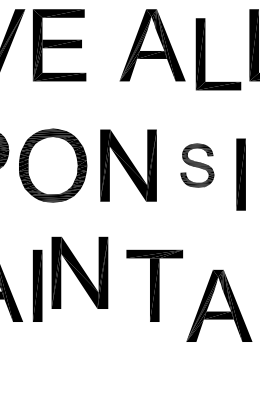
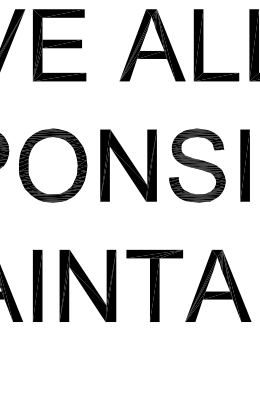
part at (205, 54) position: (205, 54) -> (203, 45)
part at (197, 165) size: 35x45 px -> 57x75 px
part at (240, 174) position: (240, 174) -> (244, 165)
part at (79, 272) position: (79, 272) -> (87, 285)
part at (219, 305) position: (219, 305) -> (218, 285)
